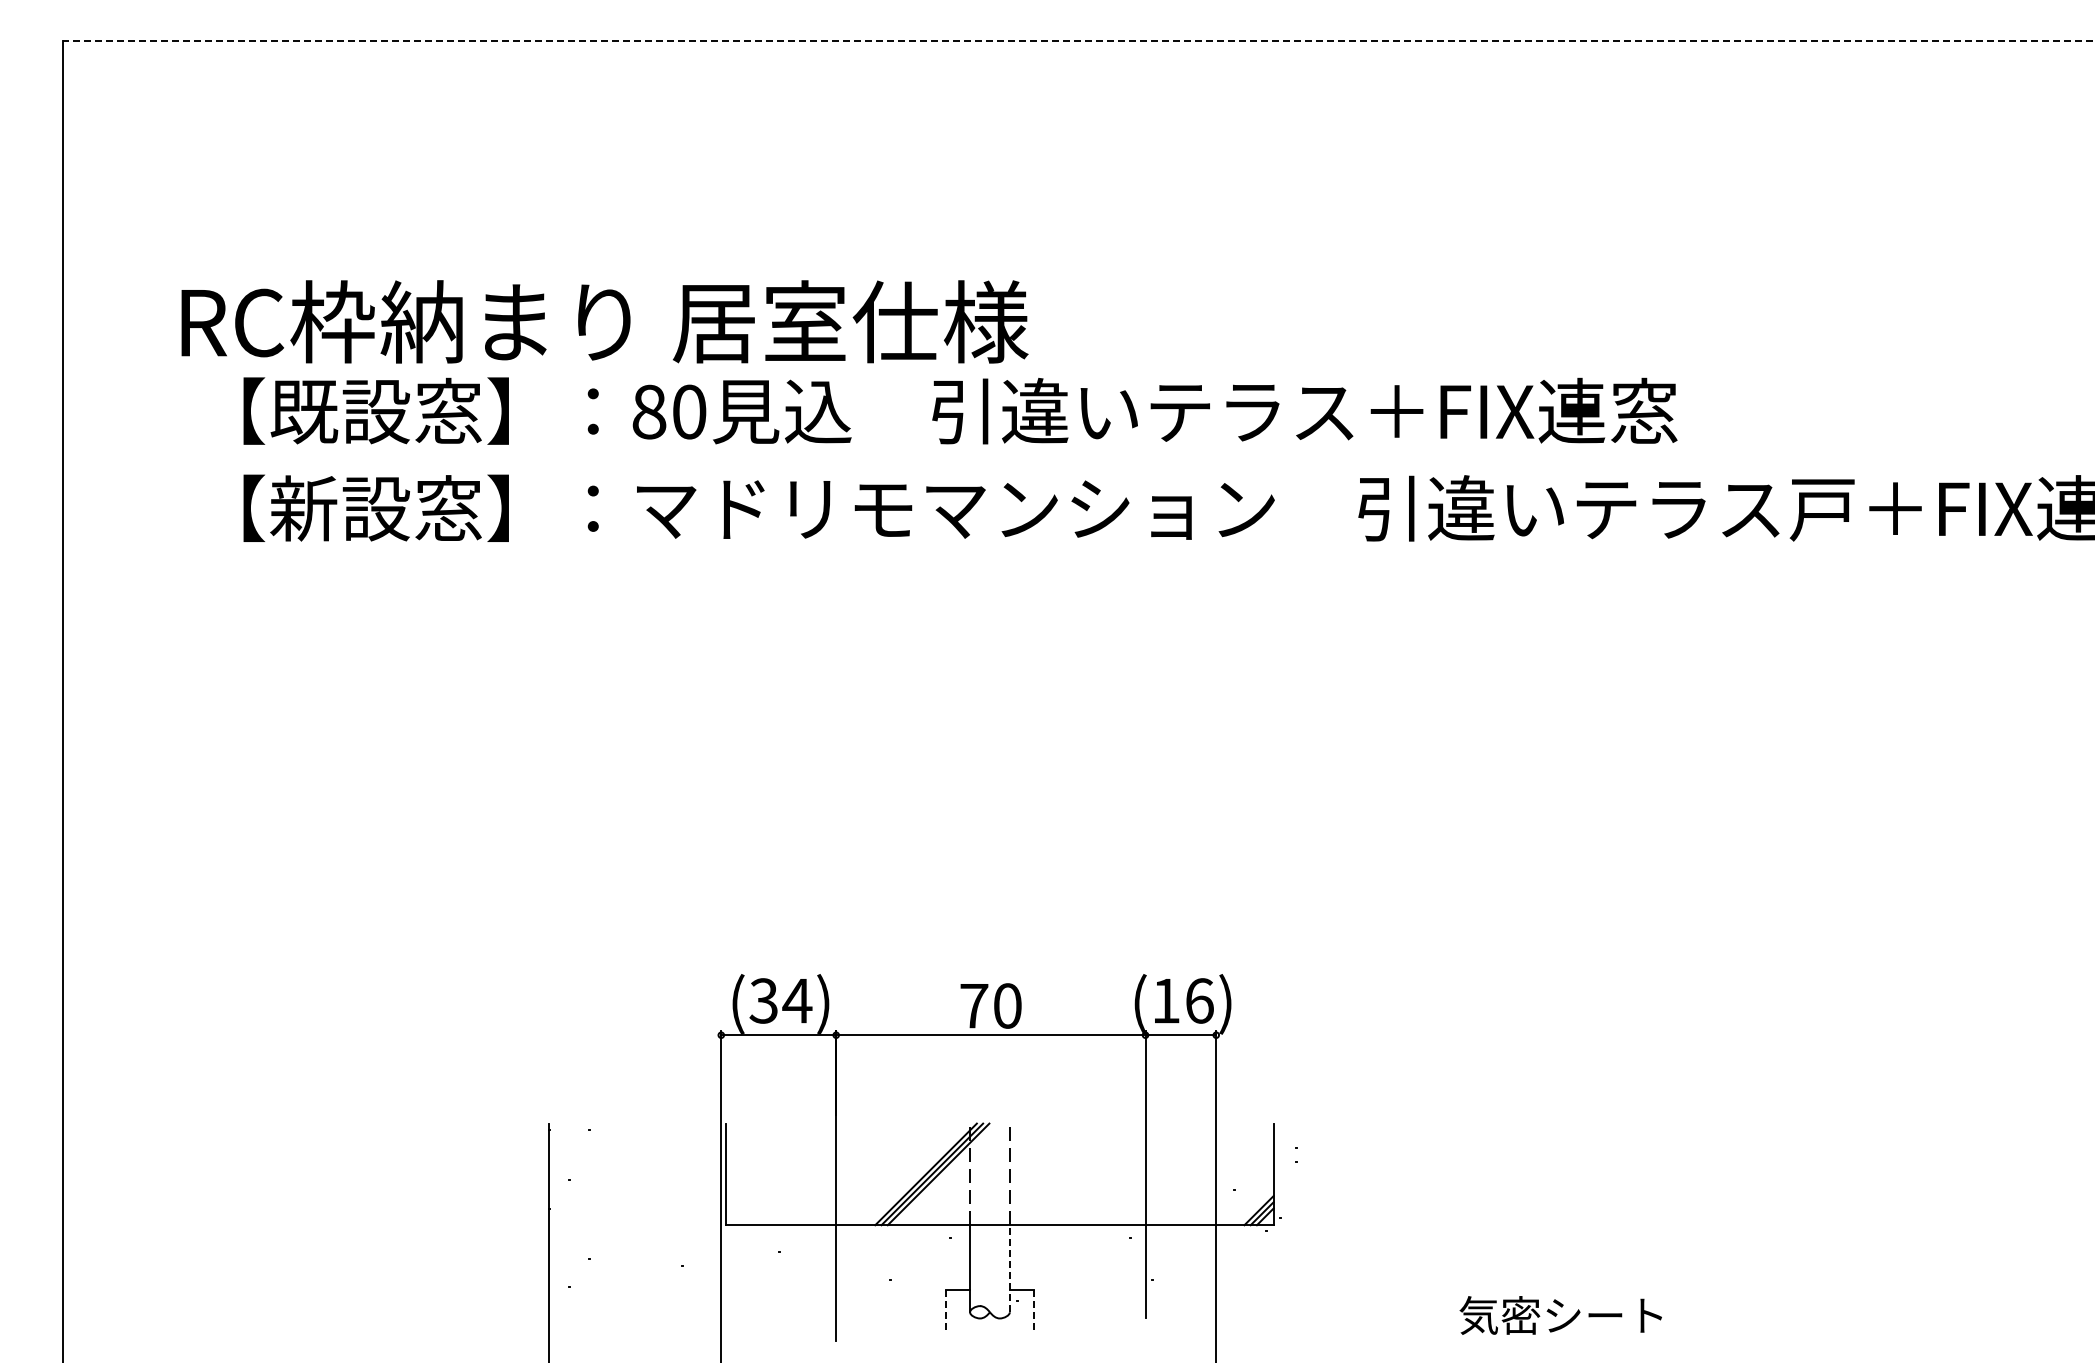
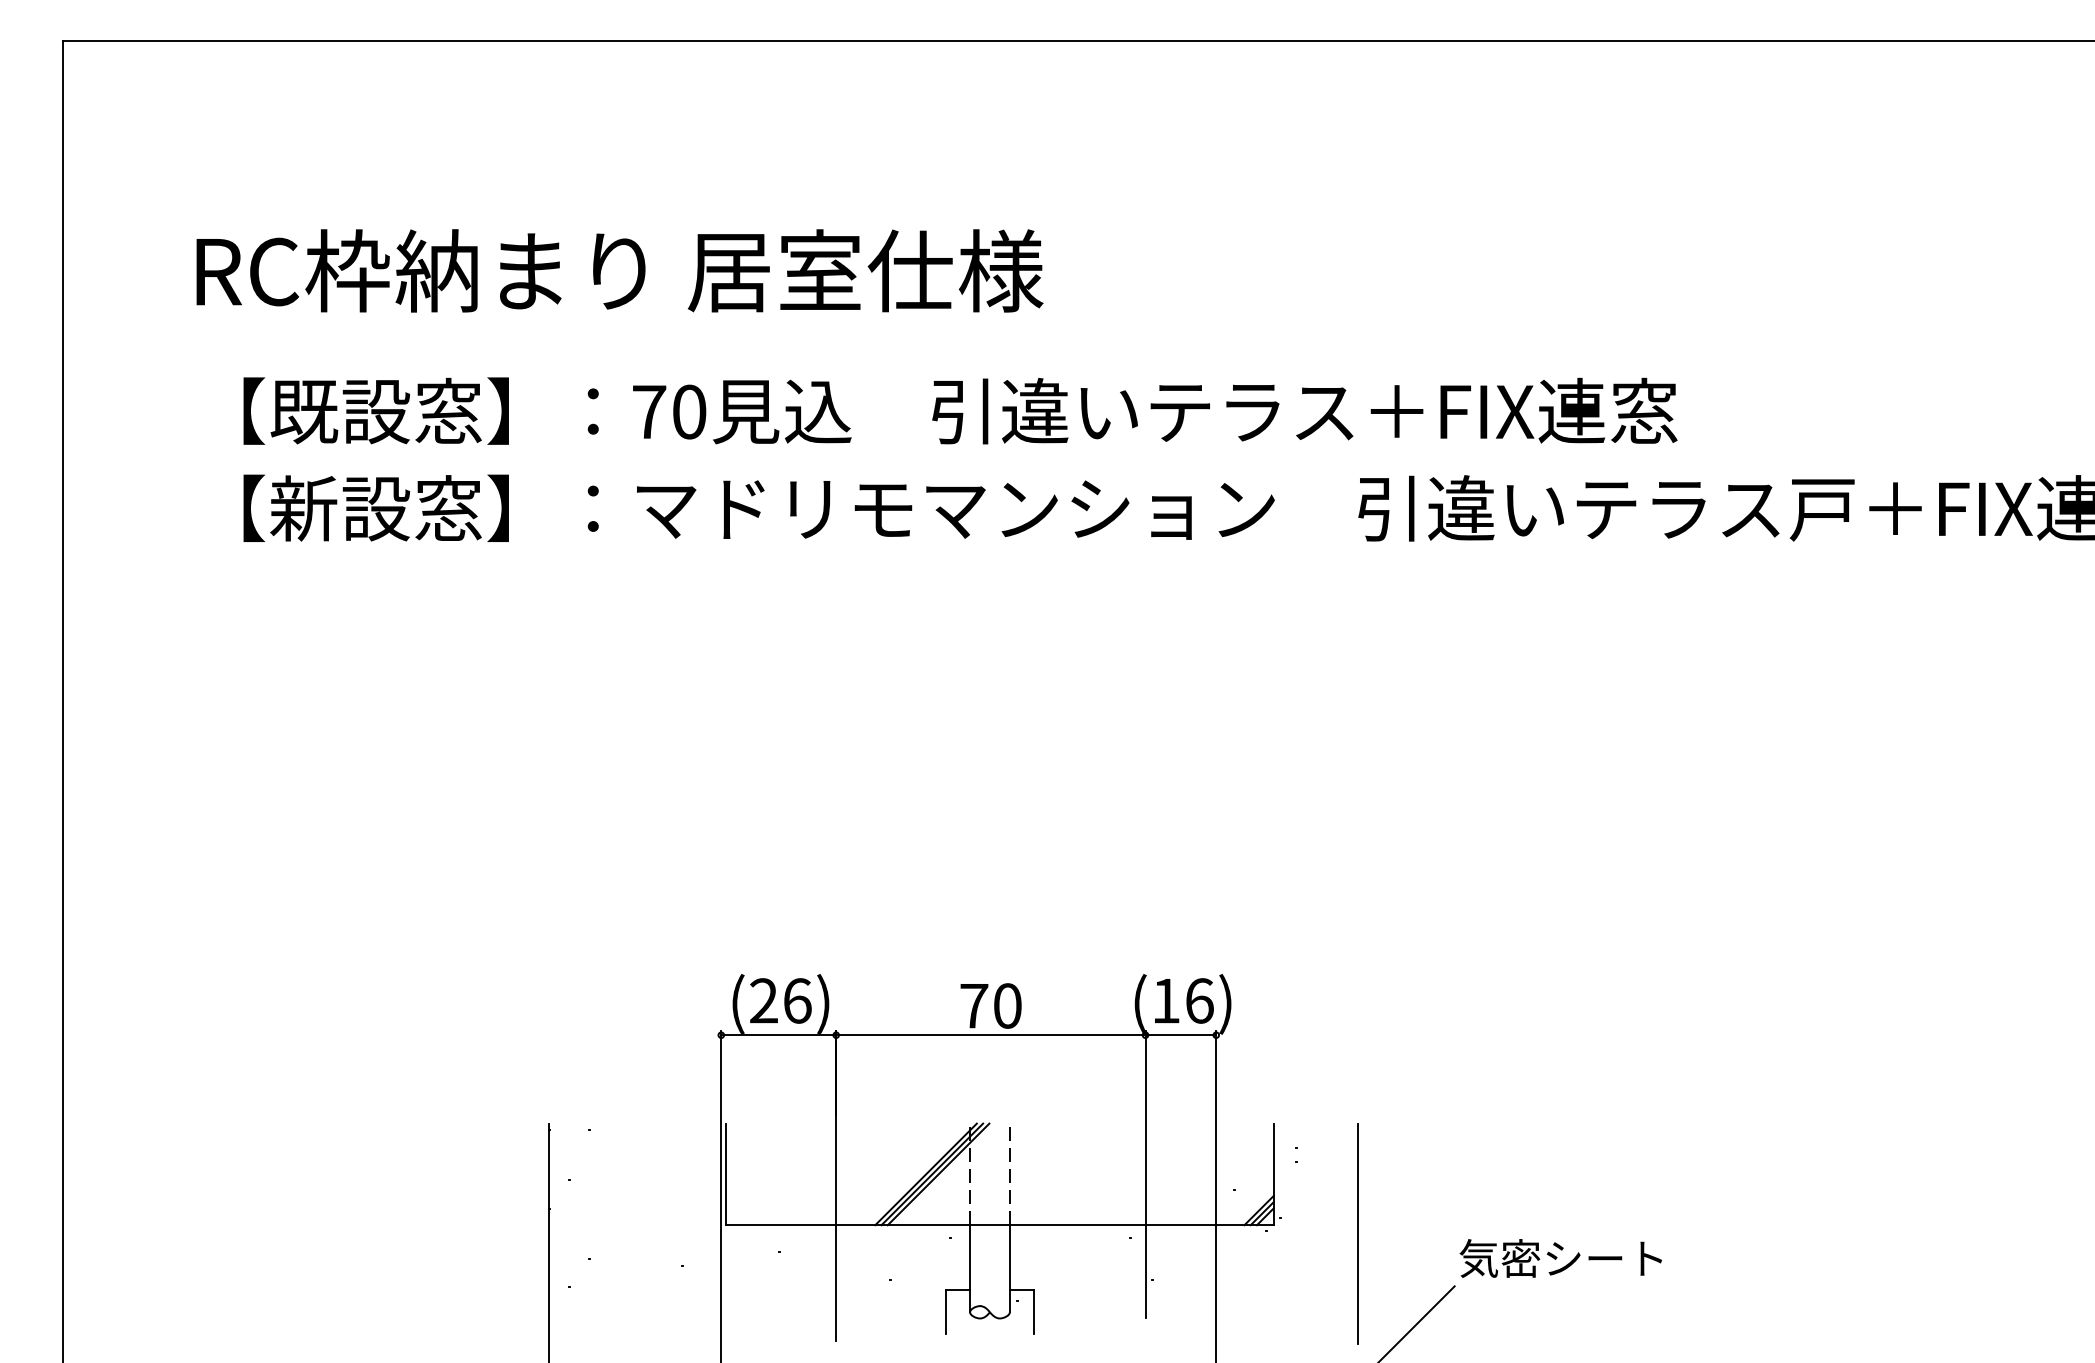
line at (1078, 40): dashed -> solid
text at (604, 321) position: (604, 321) -> (619, 270)
text at (649, 411): 80 -> 70
text at (780, 1000): (34) -> (26)
line at (1357, 1233): none -> present
line at (1009, 1268): dashed -> solid
line at (945, 1312): dashed -> solid
line at (1034, 1312): dashed -> solid
text at (1560, 1315) position: (1560, 1315) -> (1560, 1258)
line at (1417, 1322): none -> present
